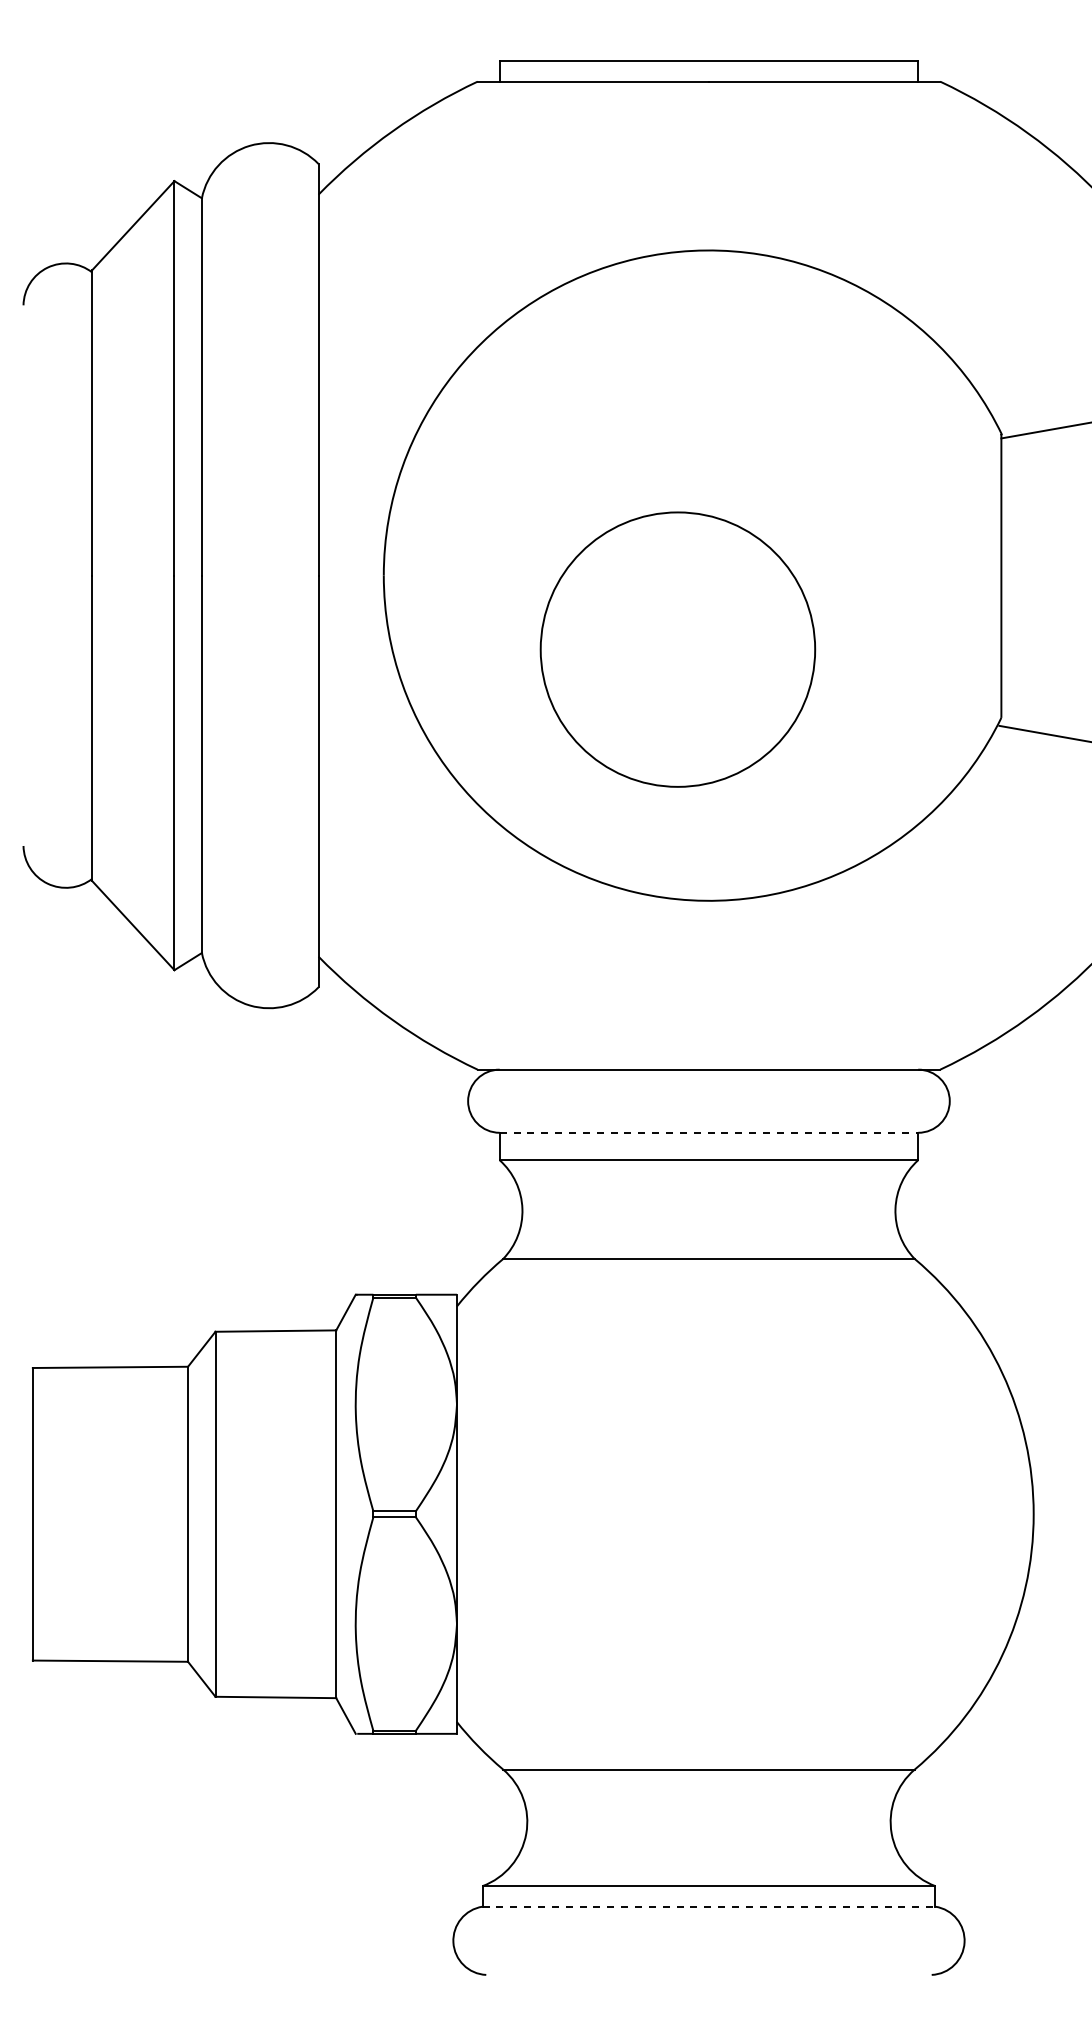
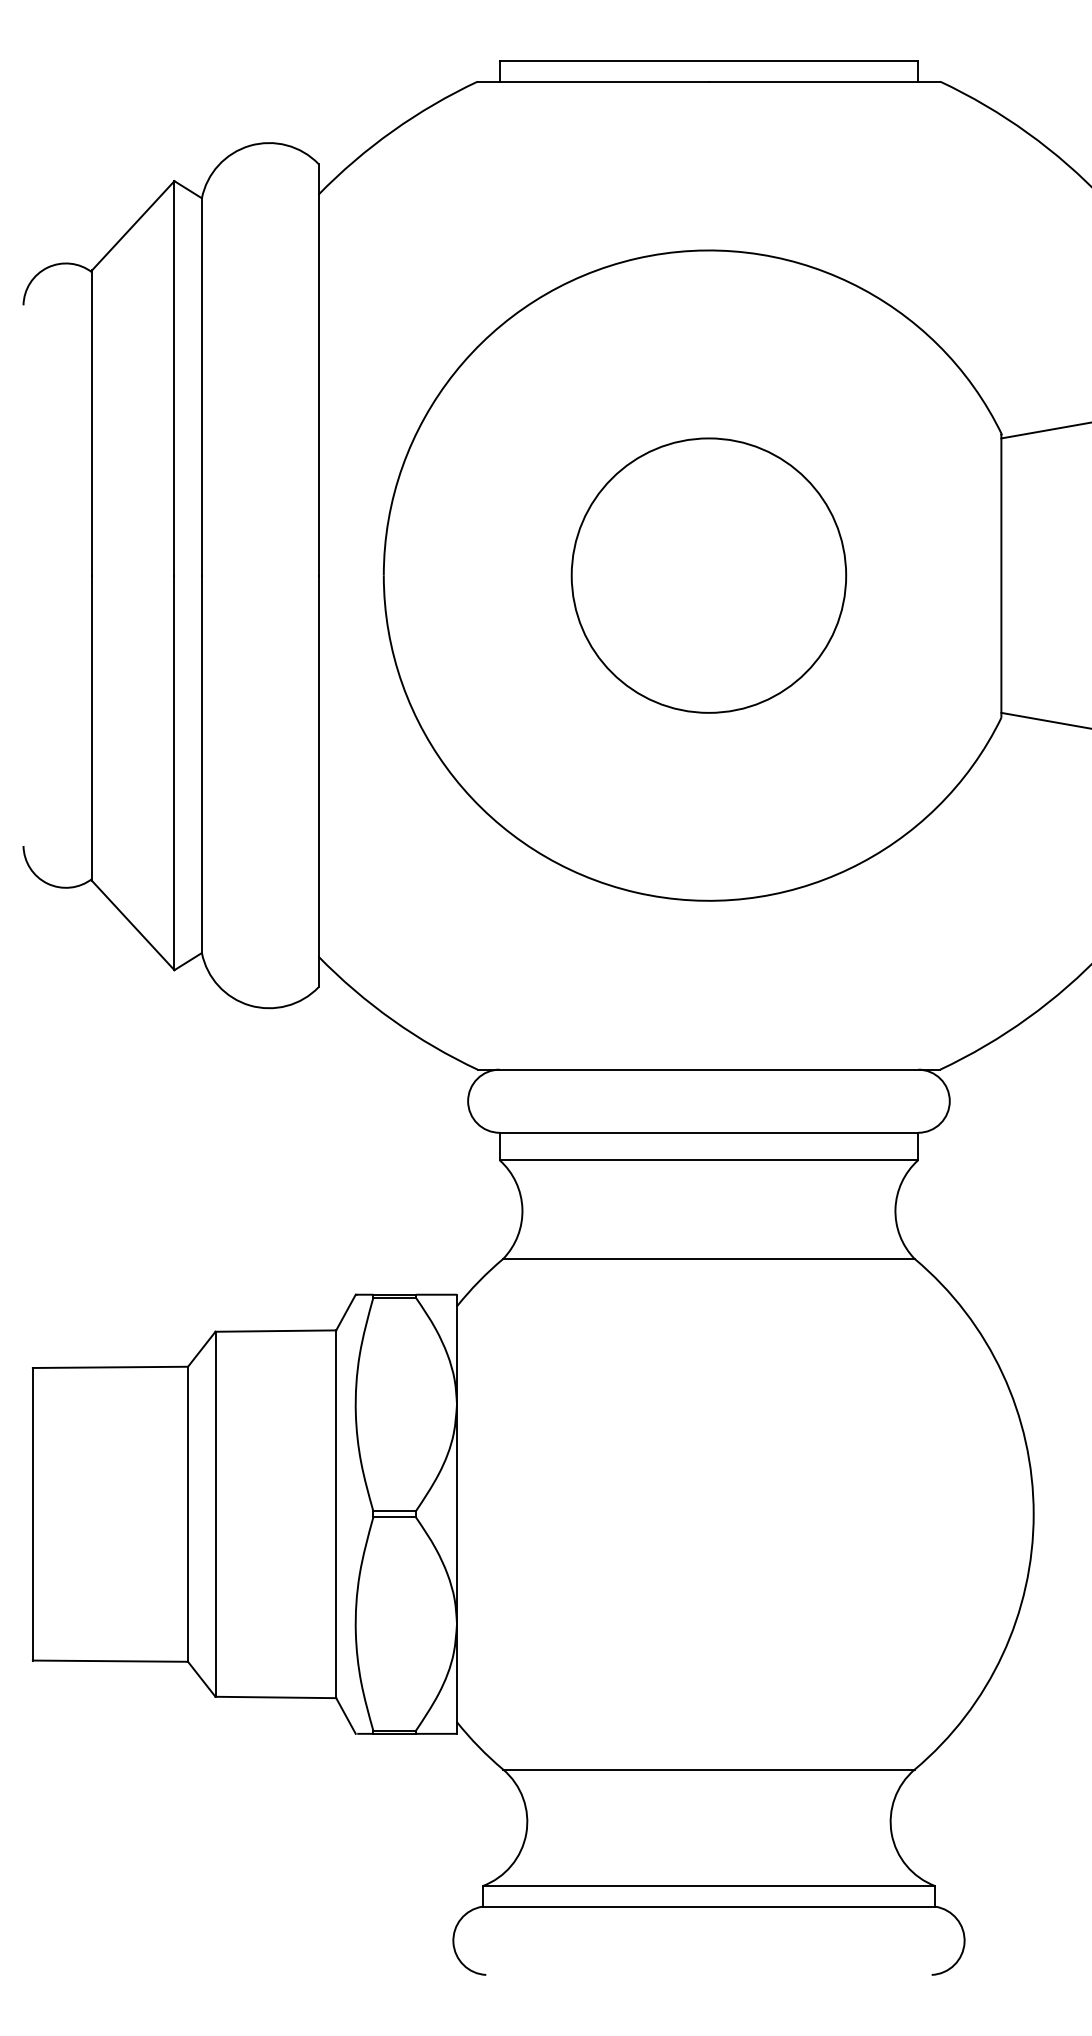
circle at (677, 649) position: (677, 649) -> (708, 575)
line at (1043, 733) position: (1043, 733) -> (1044, 720)
line at (709, 1132): dashed -> solid
line at (709, 1906): dashed -> solid
